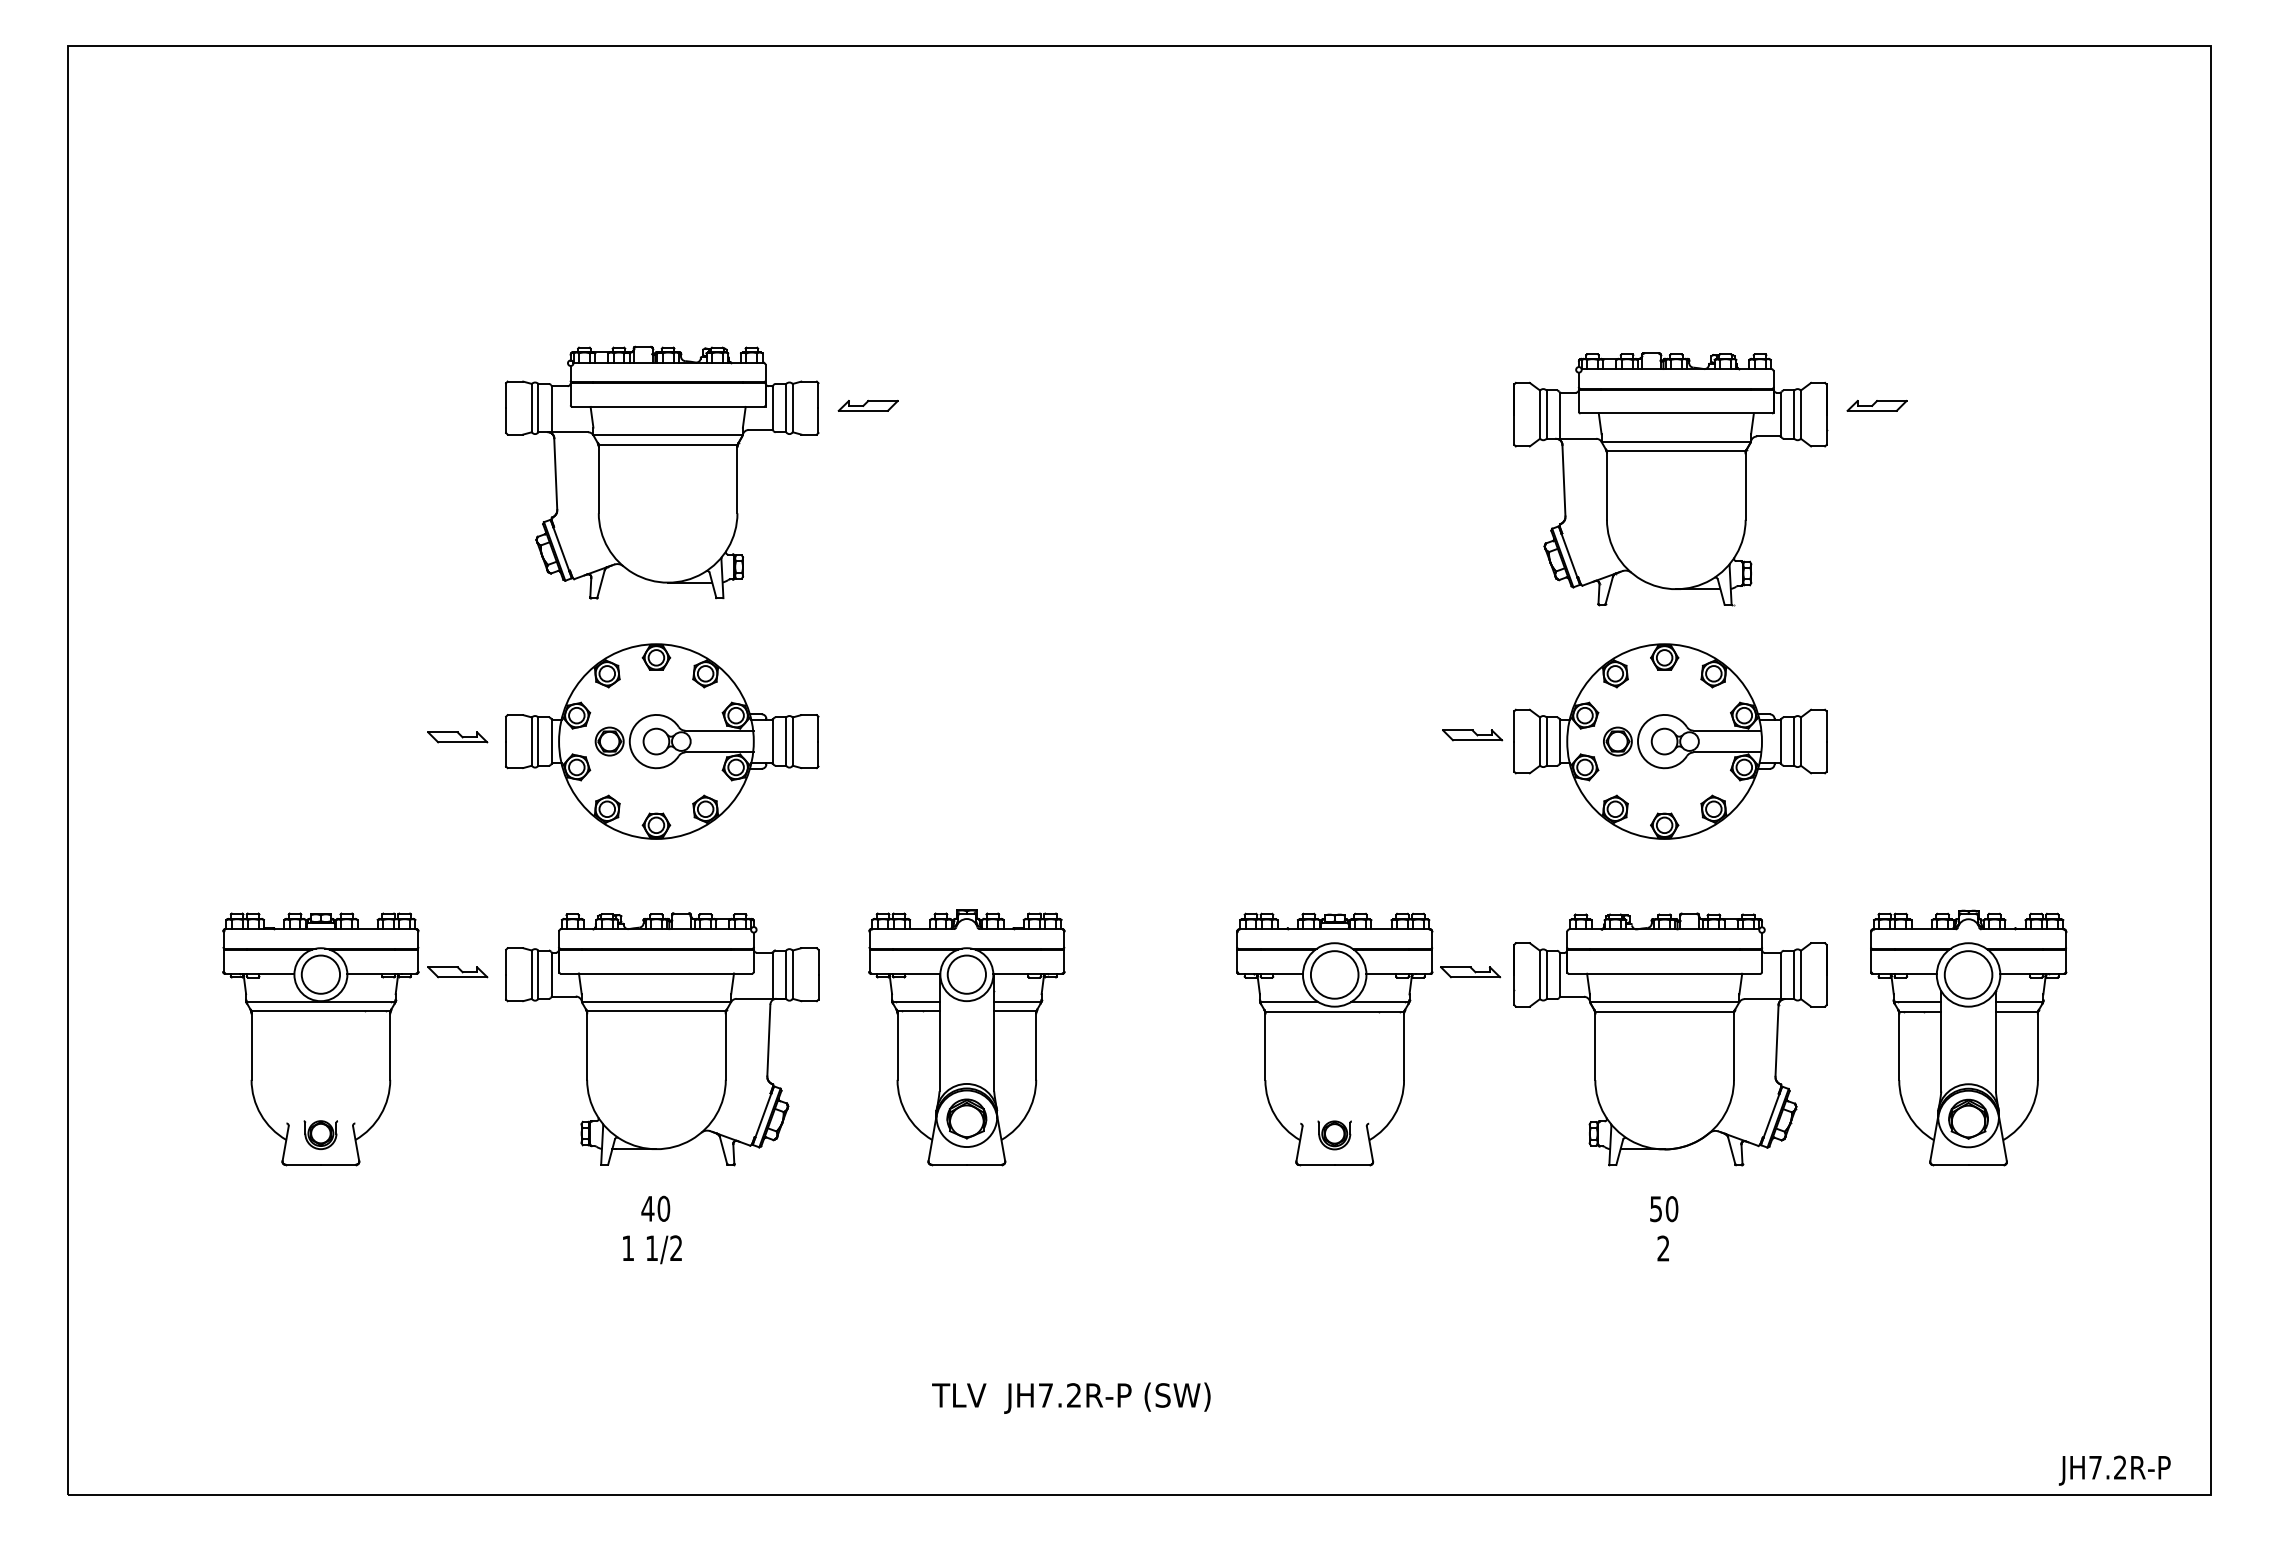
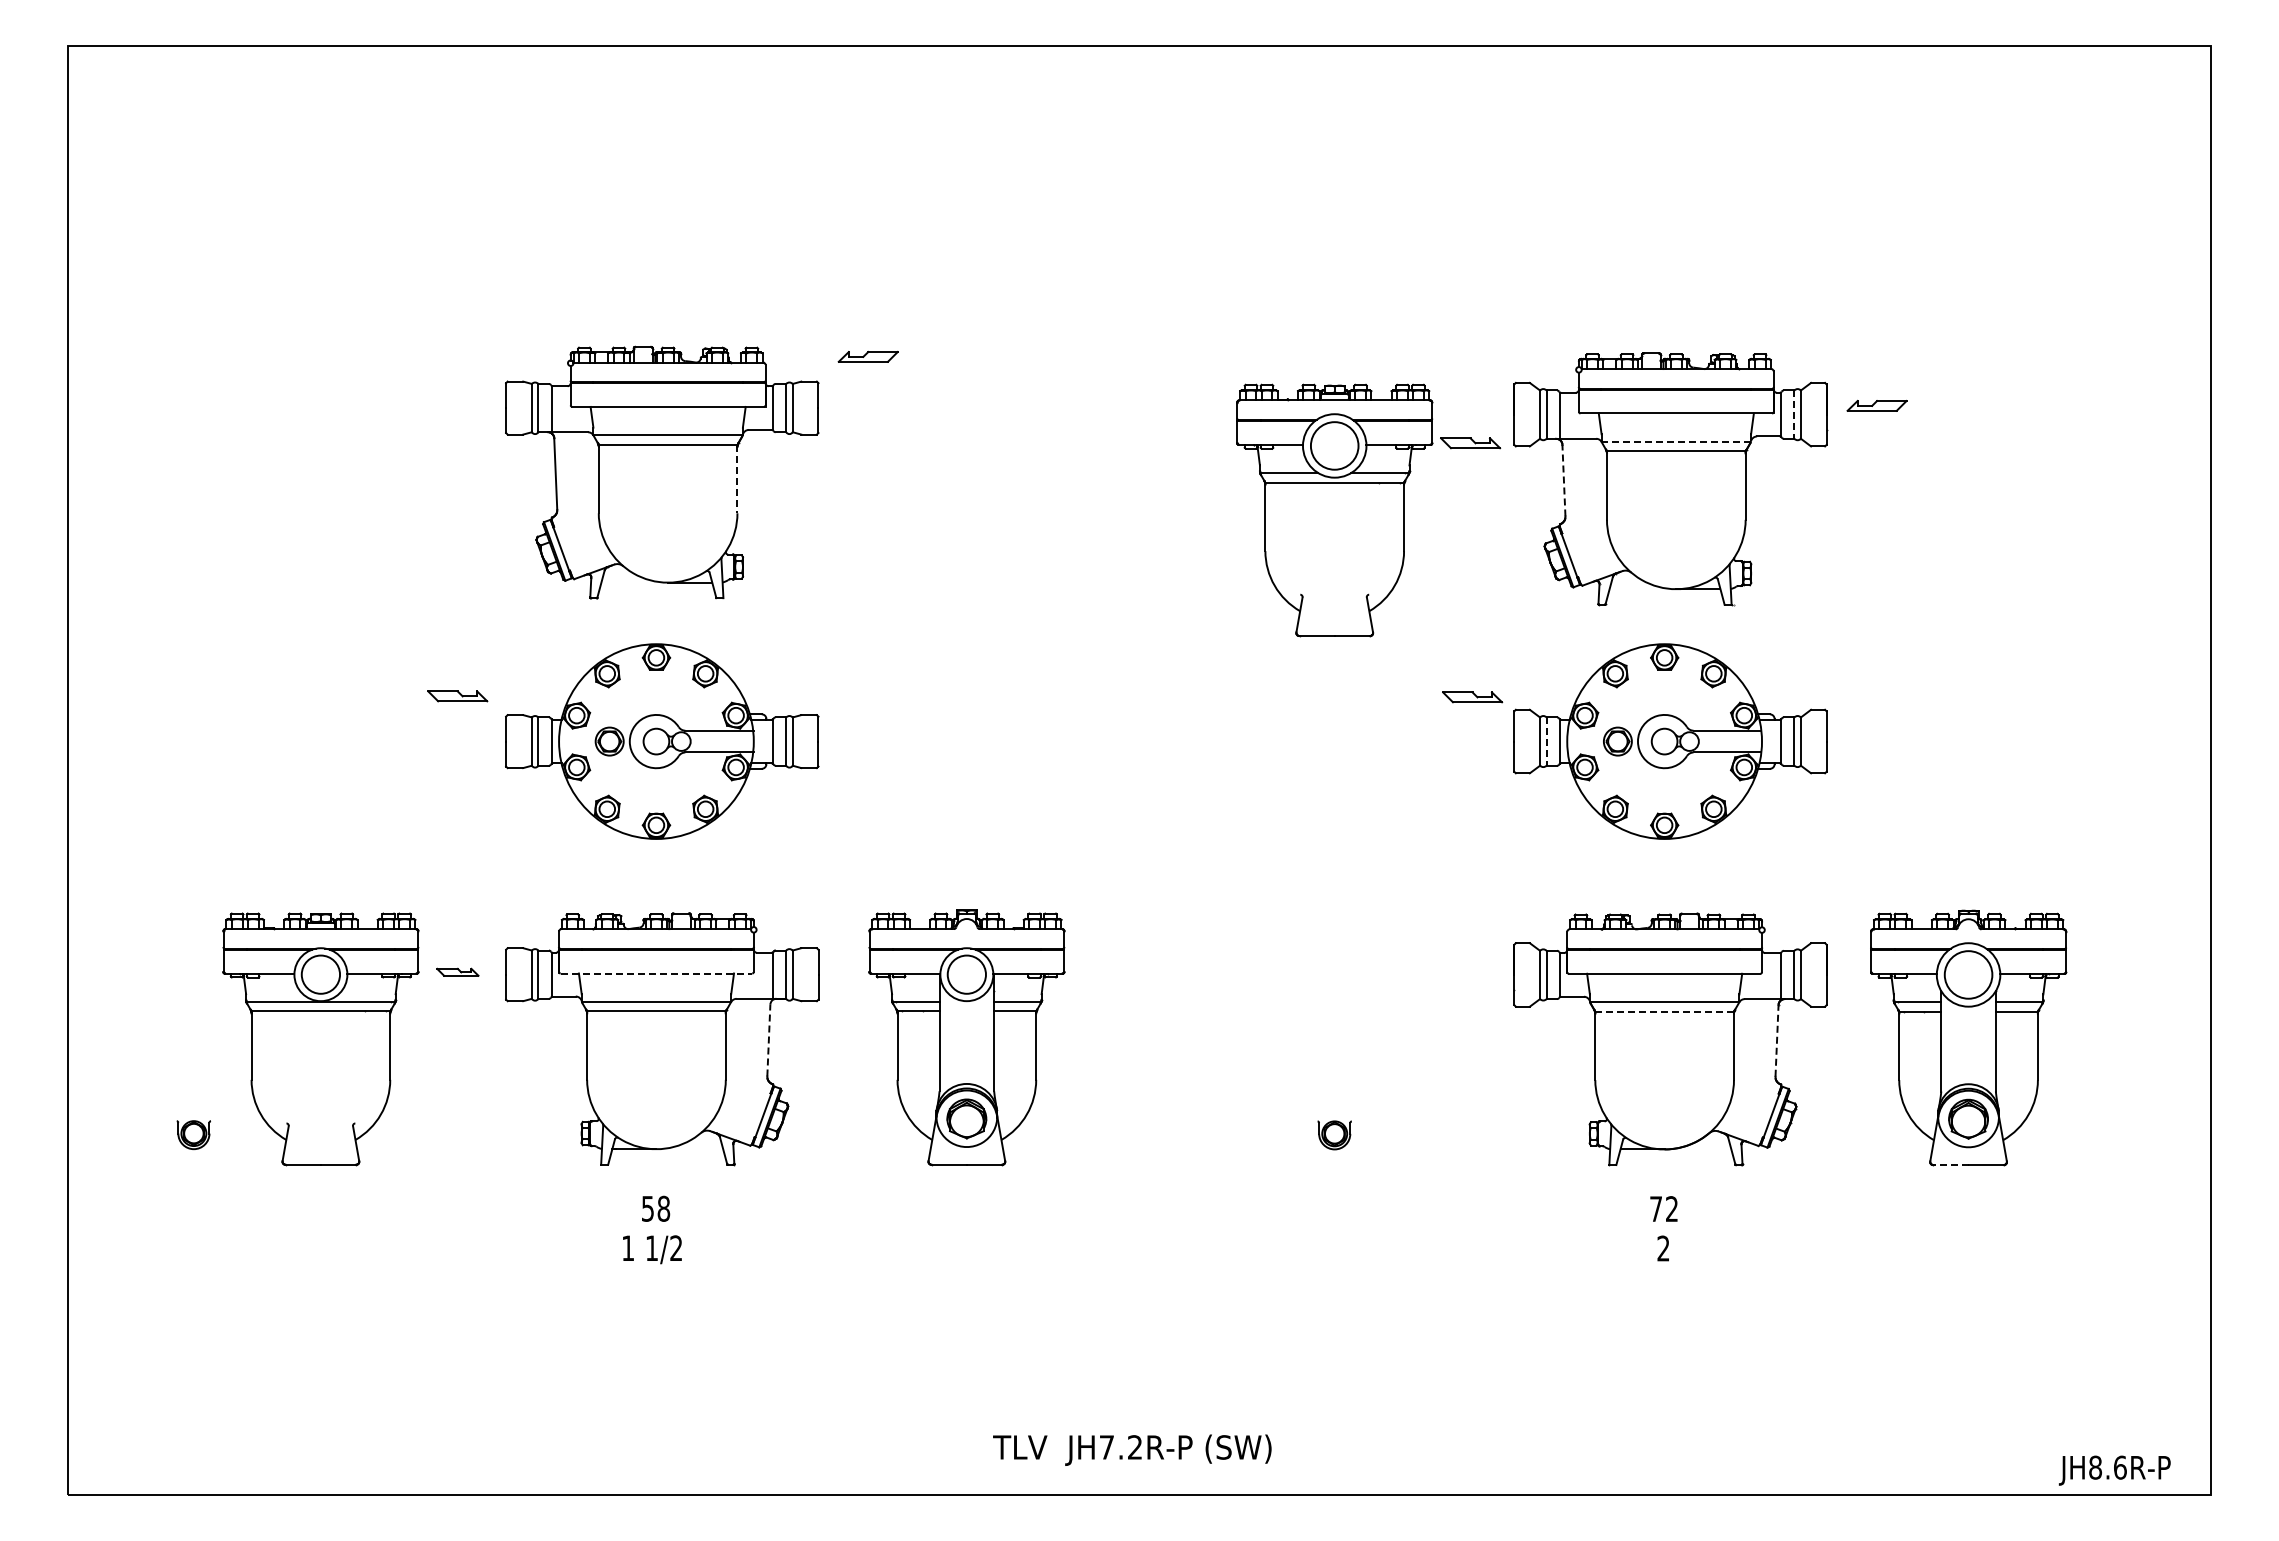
part at (867, 405) position: (867, 405) -> (867, 356)
line at (1794, 415): solid -> dashed
line at (1676, 441): solid -> dashed
line at (737, 479): solid -> dashed
line at (1563, 480): solid -> dashed
part at (1472, 735) position: (1472, 735) -> (1472, 697)
part at (457, 737) position: (457, 737) -> (457, 696)
line at (1546, 742): solid -> dashed
part at (457, 972) size: 62x13 px -> 44x10 px
line at (656, 973): solid -> dashed
line at (1665, 1011): solid -> dashed
part at (1368, 1039) position: (1368, 1039) -> (1368, 510)
line at (768, 1040): solid -> dashed
line at (1777, 1040): solid -> dashed
part at (320, 1135) position: (320, 1135) -> (193, 1135)
line at (1950, 1165): solid -> dashed
text at (655, 1208): 40 -> 58
text at (1664, 1209): 50 -> 72
text at (1071, 1397) position: (1071, 1397) -> (1132, 1449)
text at (2107, 1467): JH7.2R-P -> JH8.6R-P
